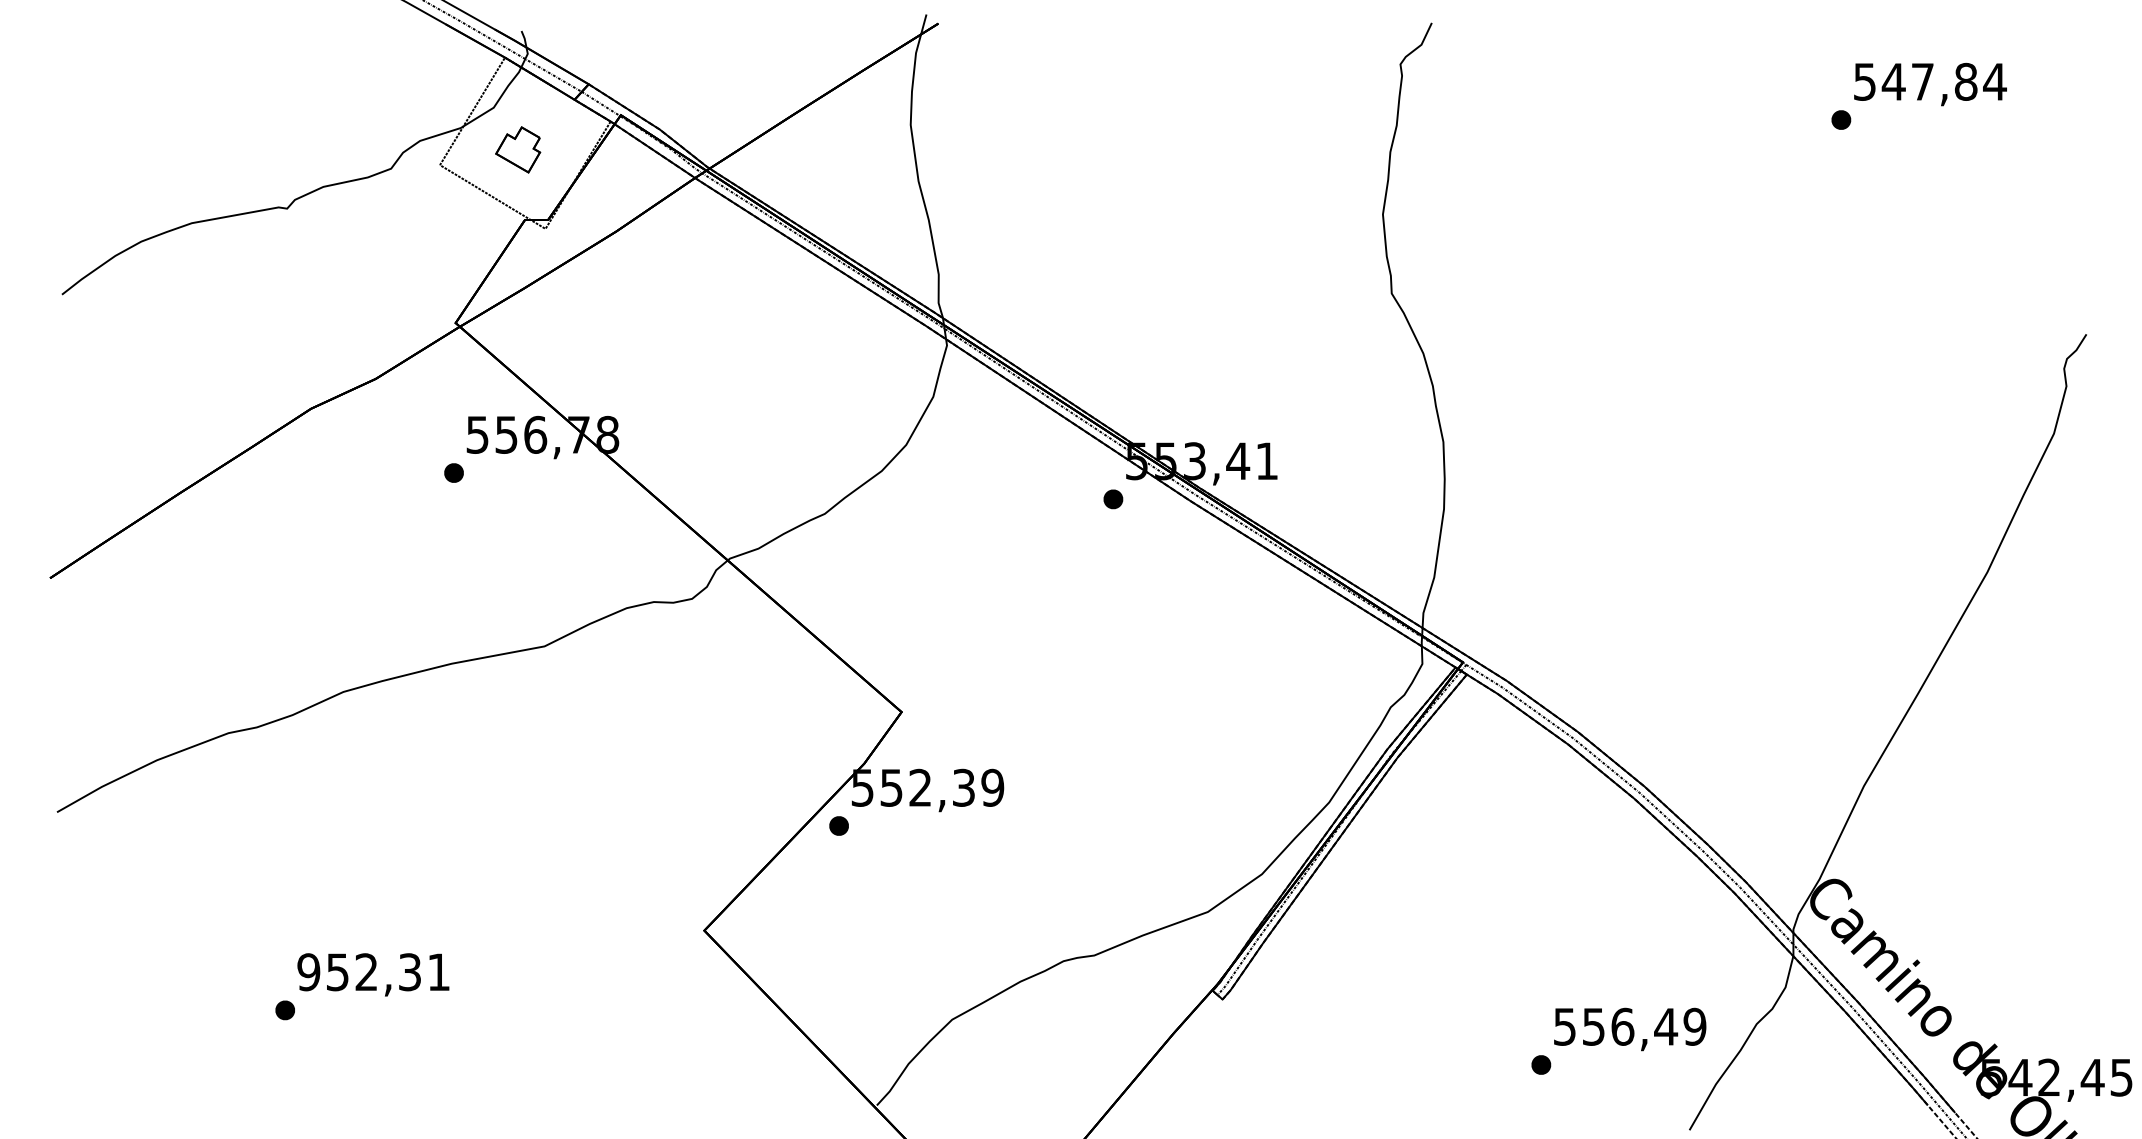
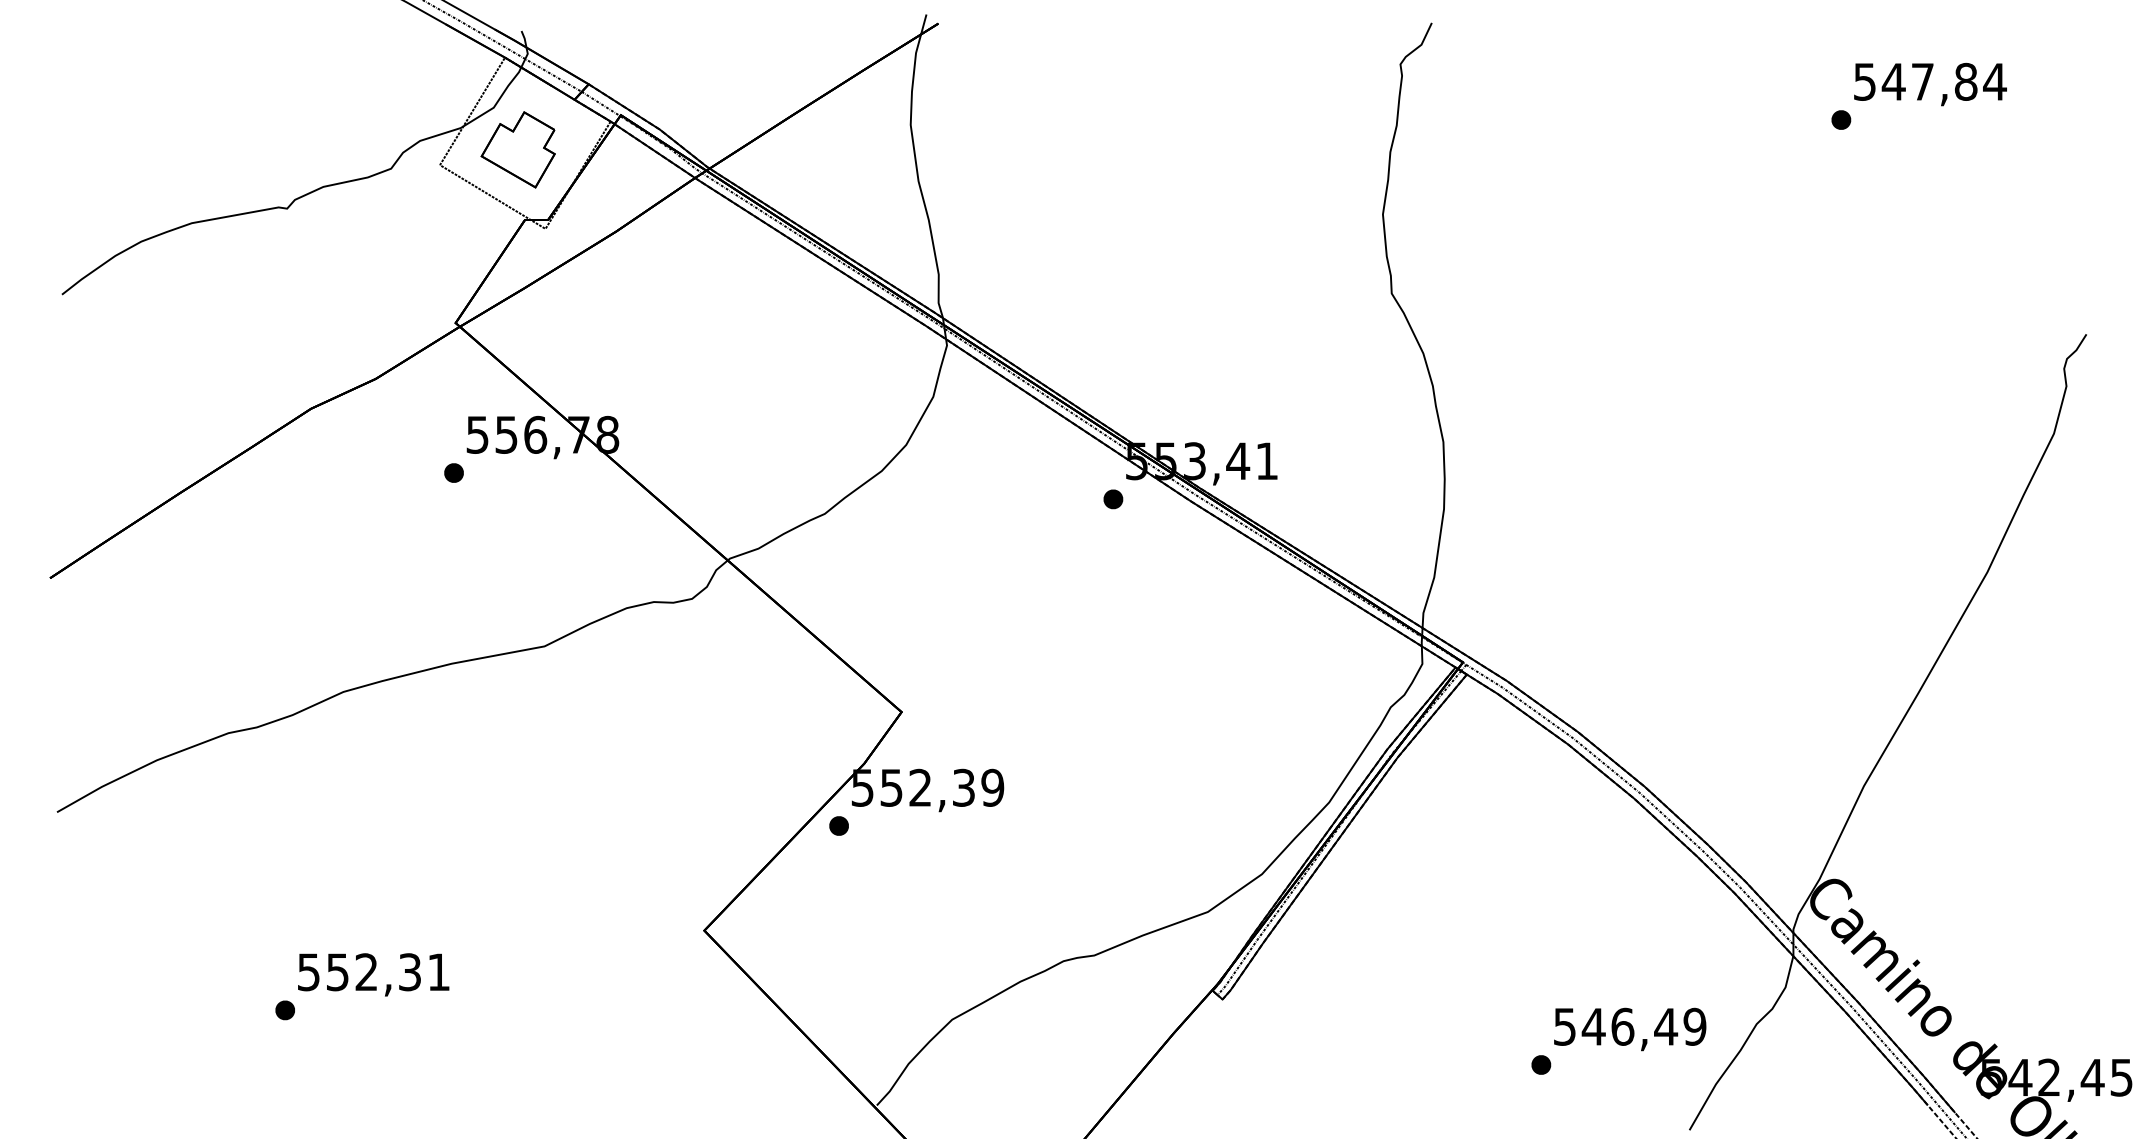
part at (518, 149) size: 47x48 px -> 76x78 px
text at (308, 972): 952,31 -> 552,31
text at (1593, 1026): 556,49 -> 546,49
